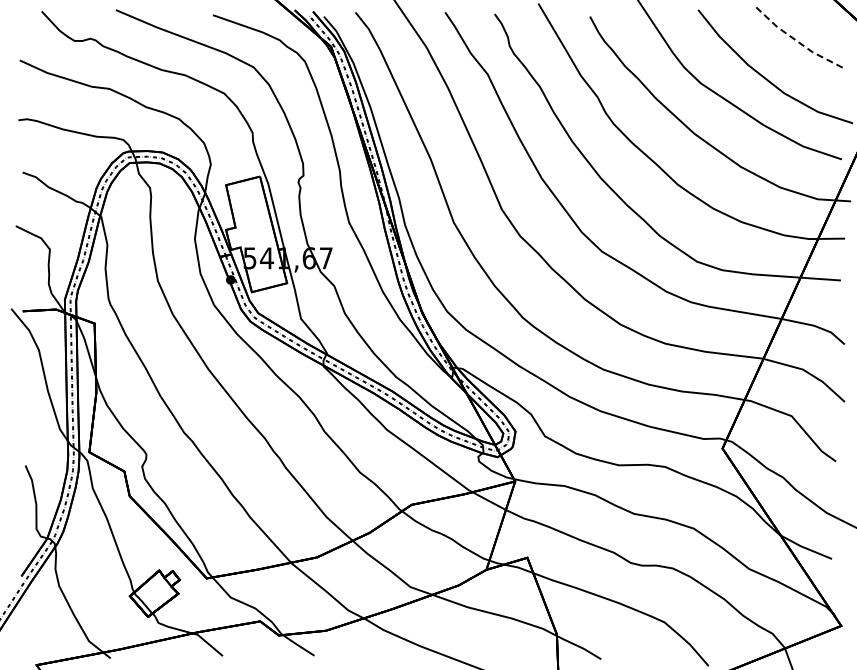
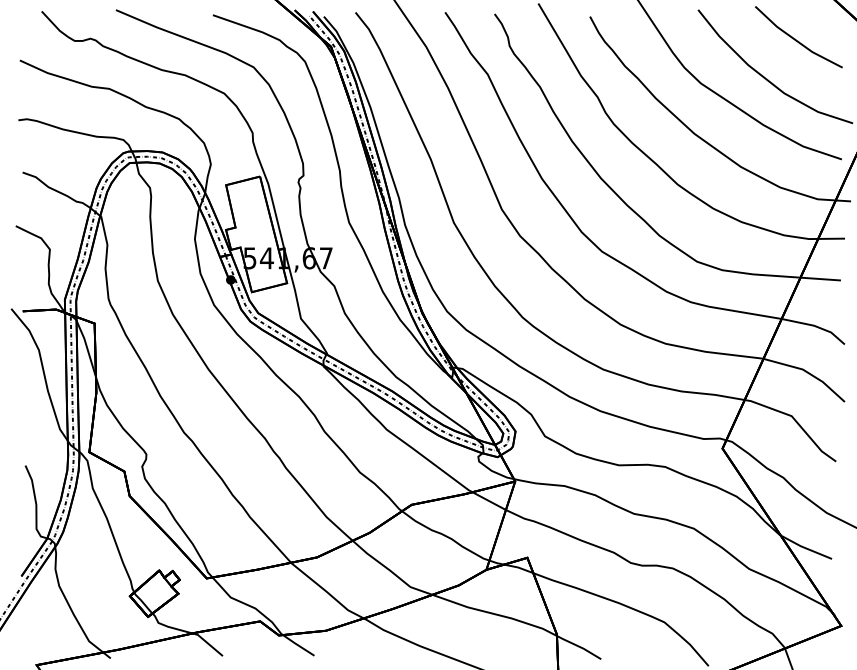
line at (796, 40): dashed -> solid
